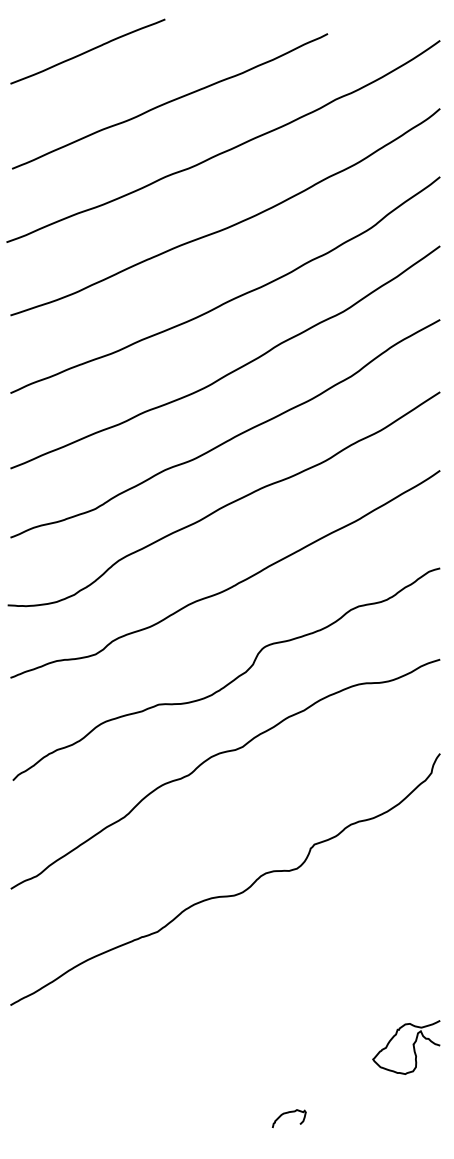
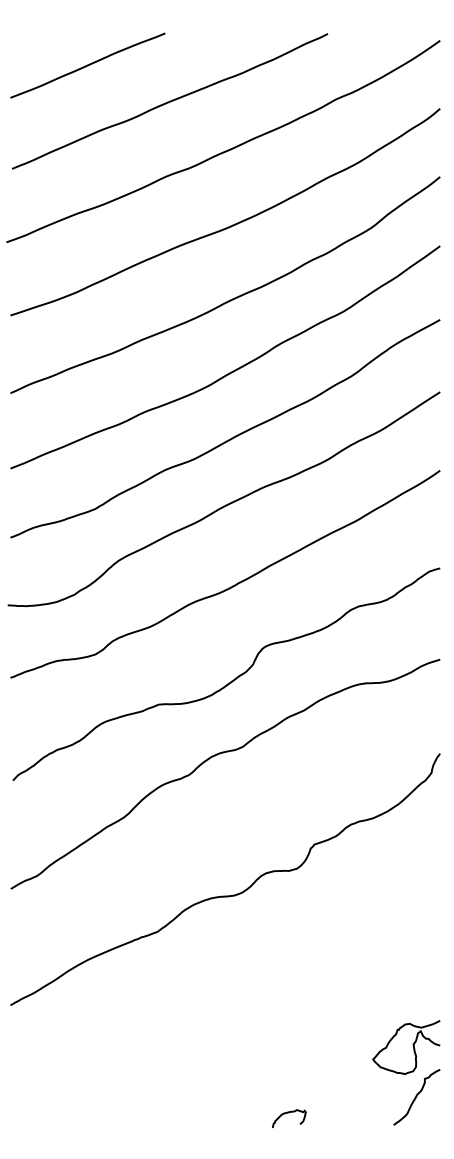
curve at (87, 51) position: (87, 51) -> (87, 65)
curve at (416, 1097): none -> present
